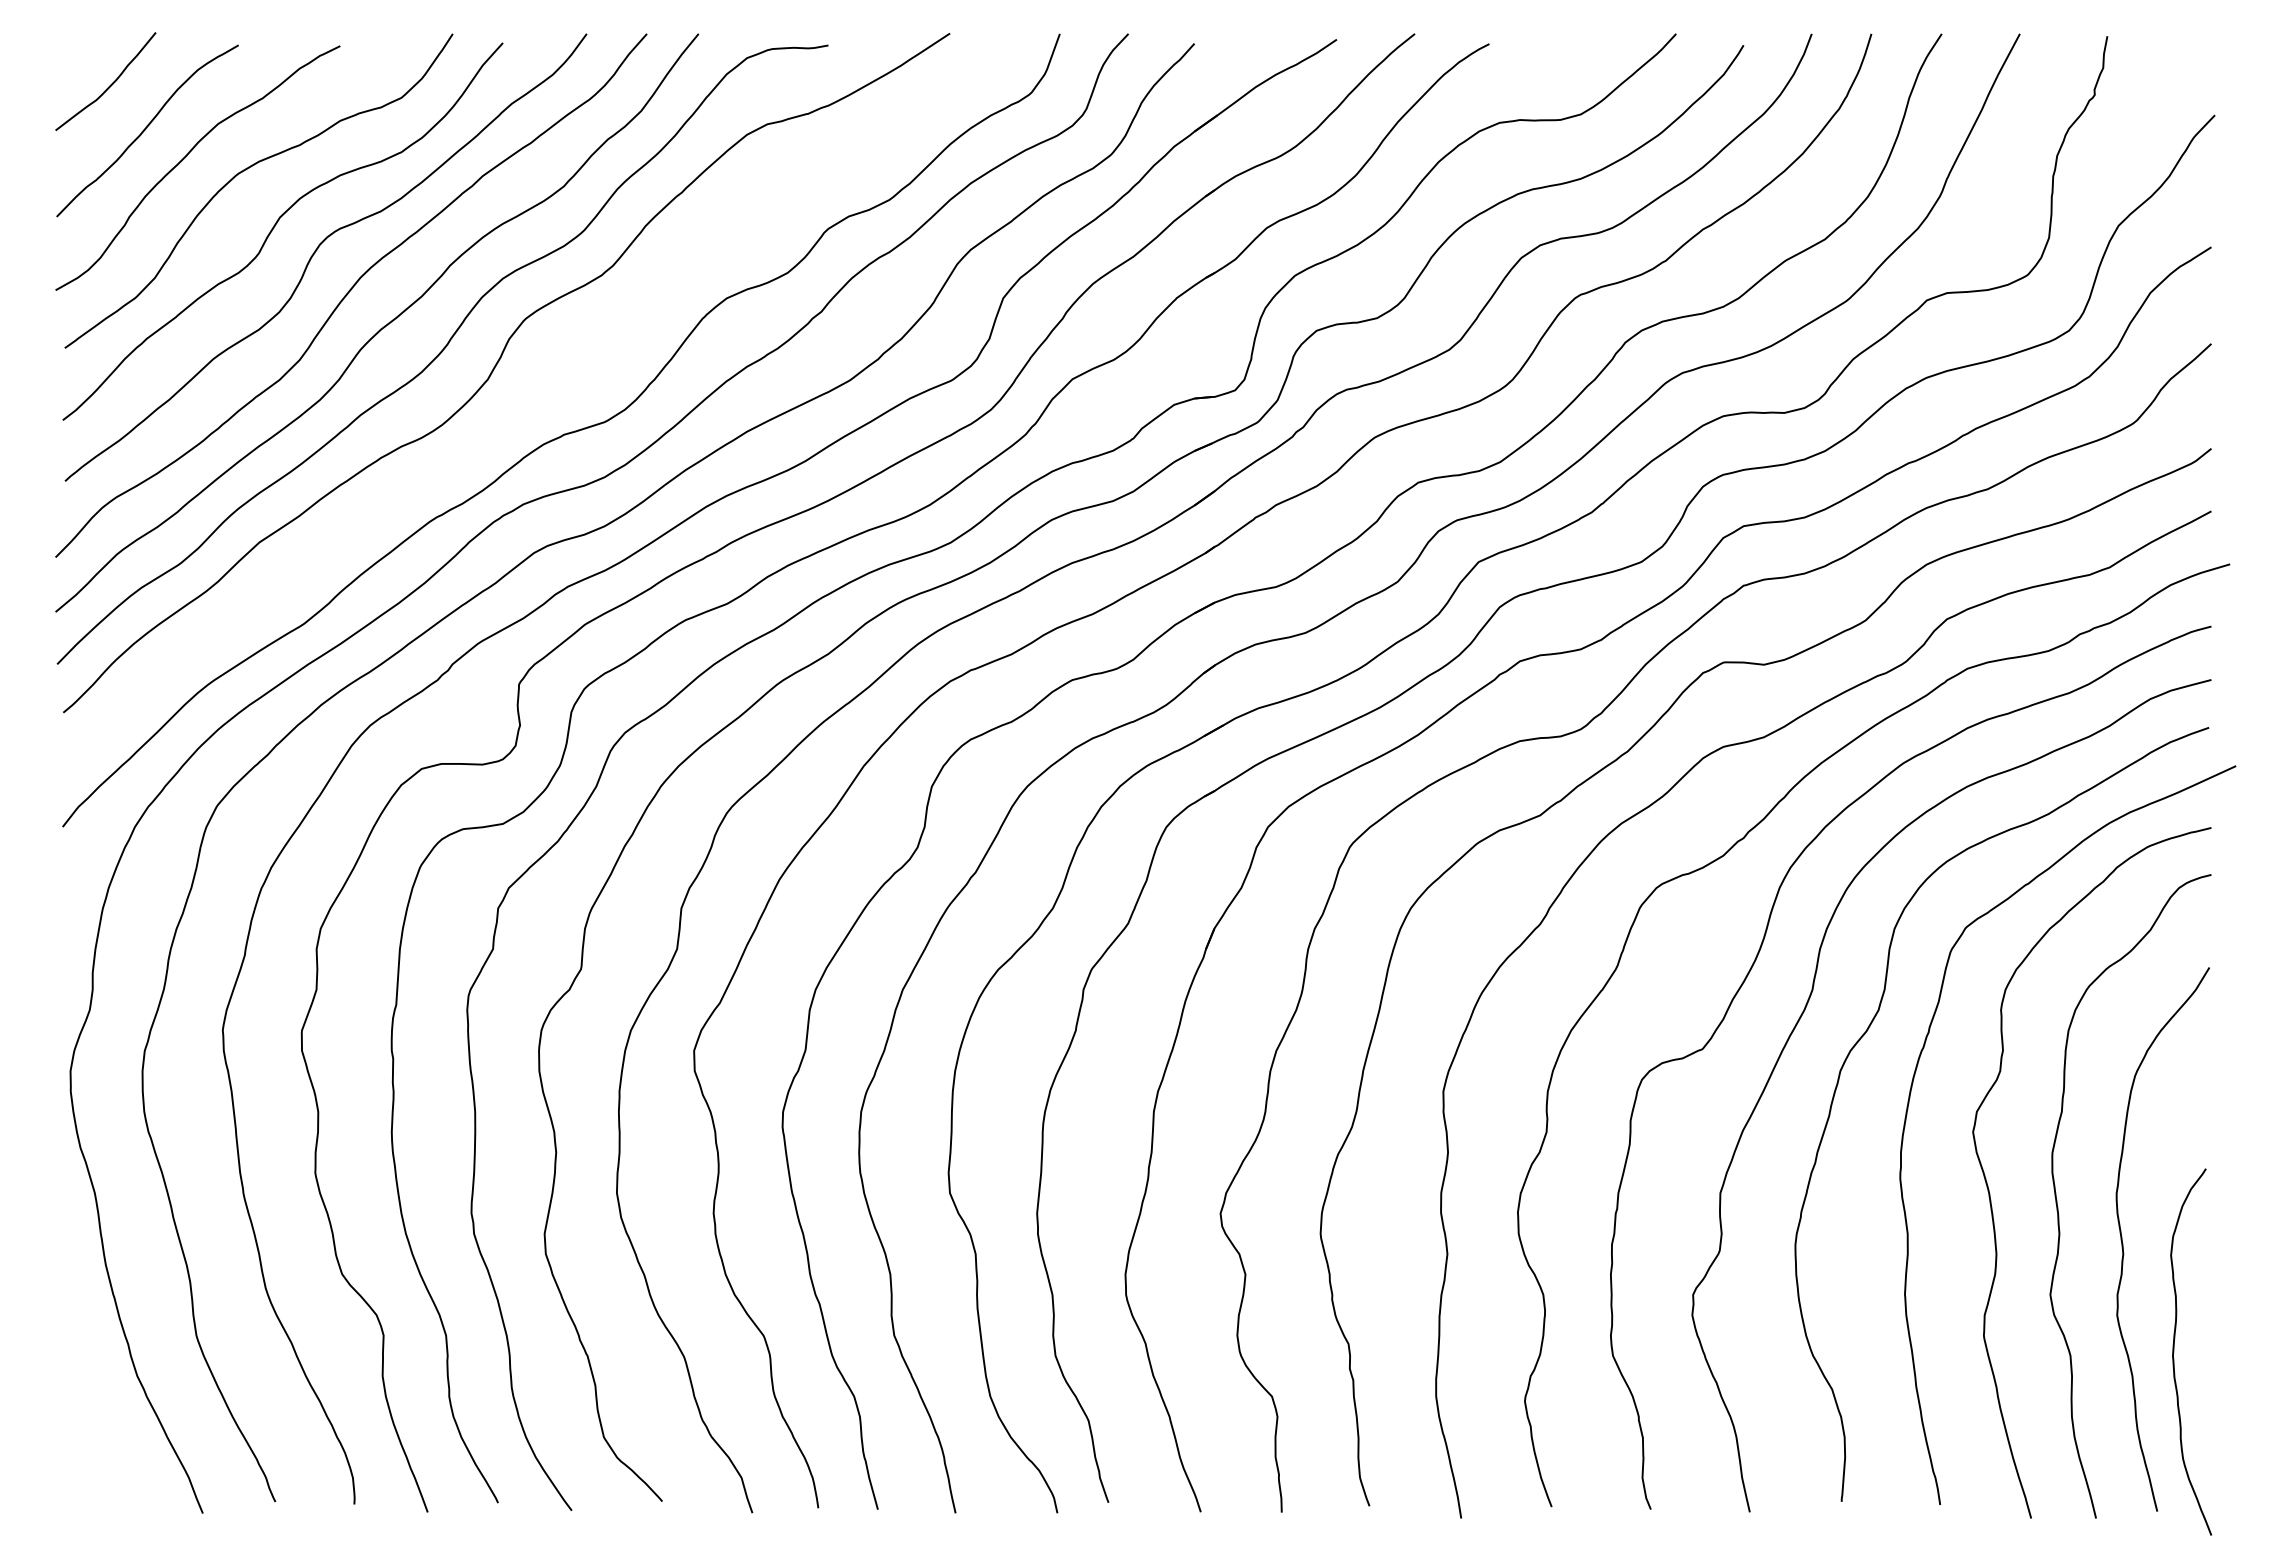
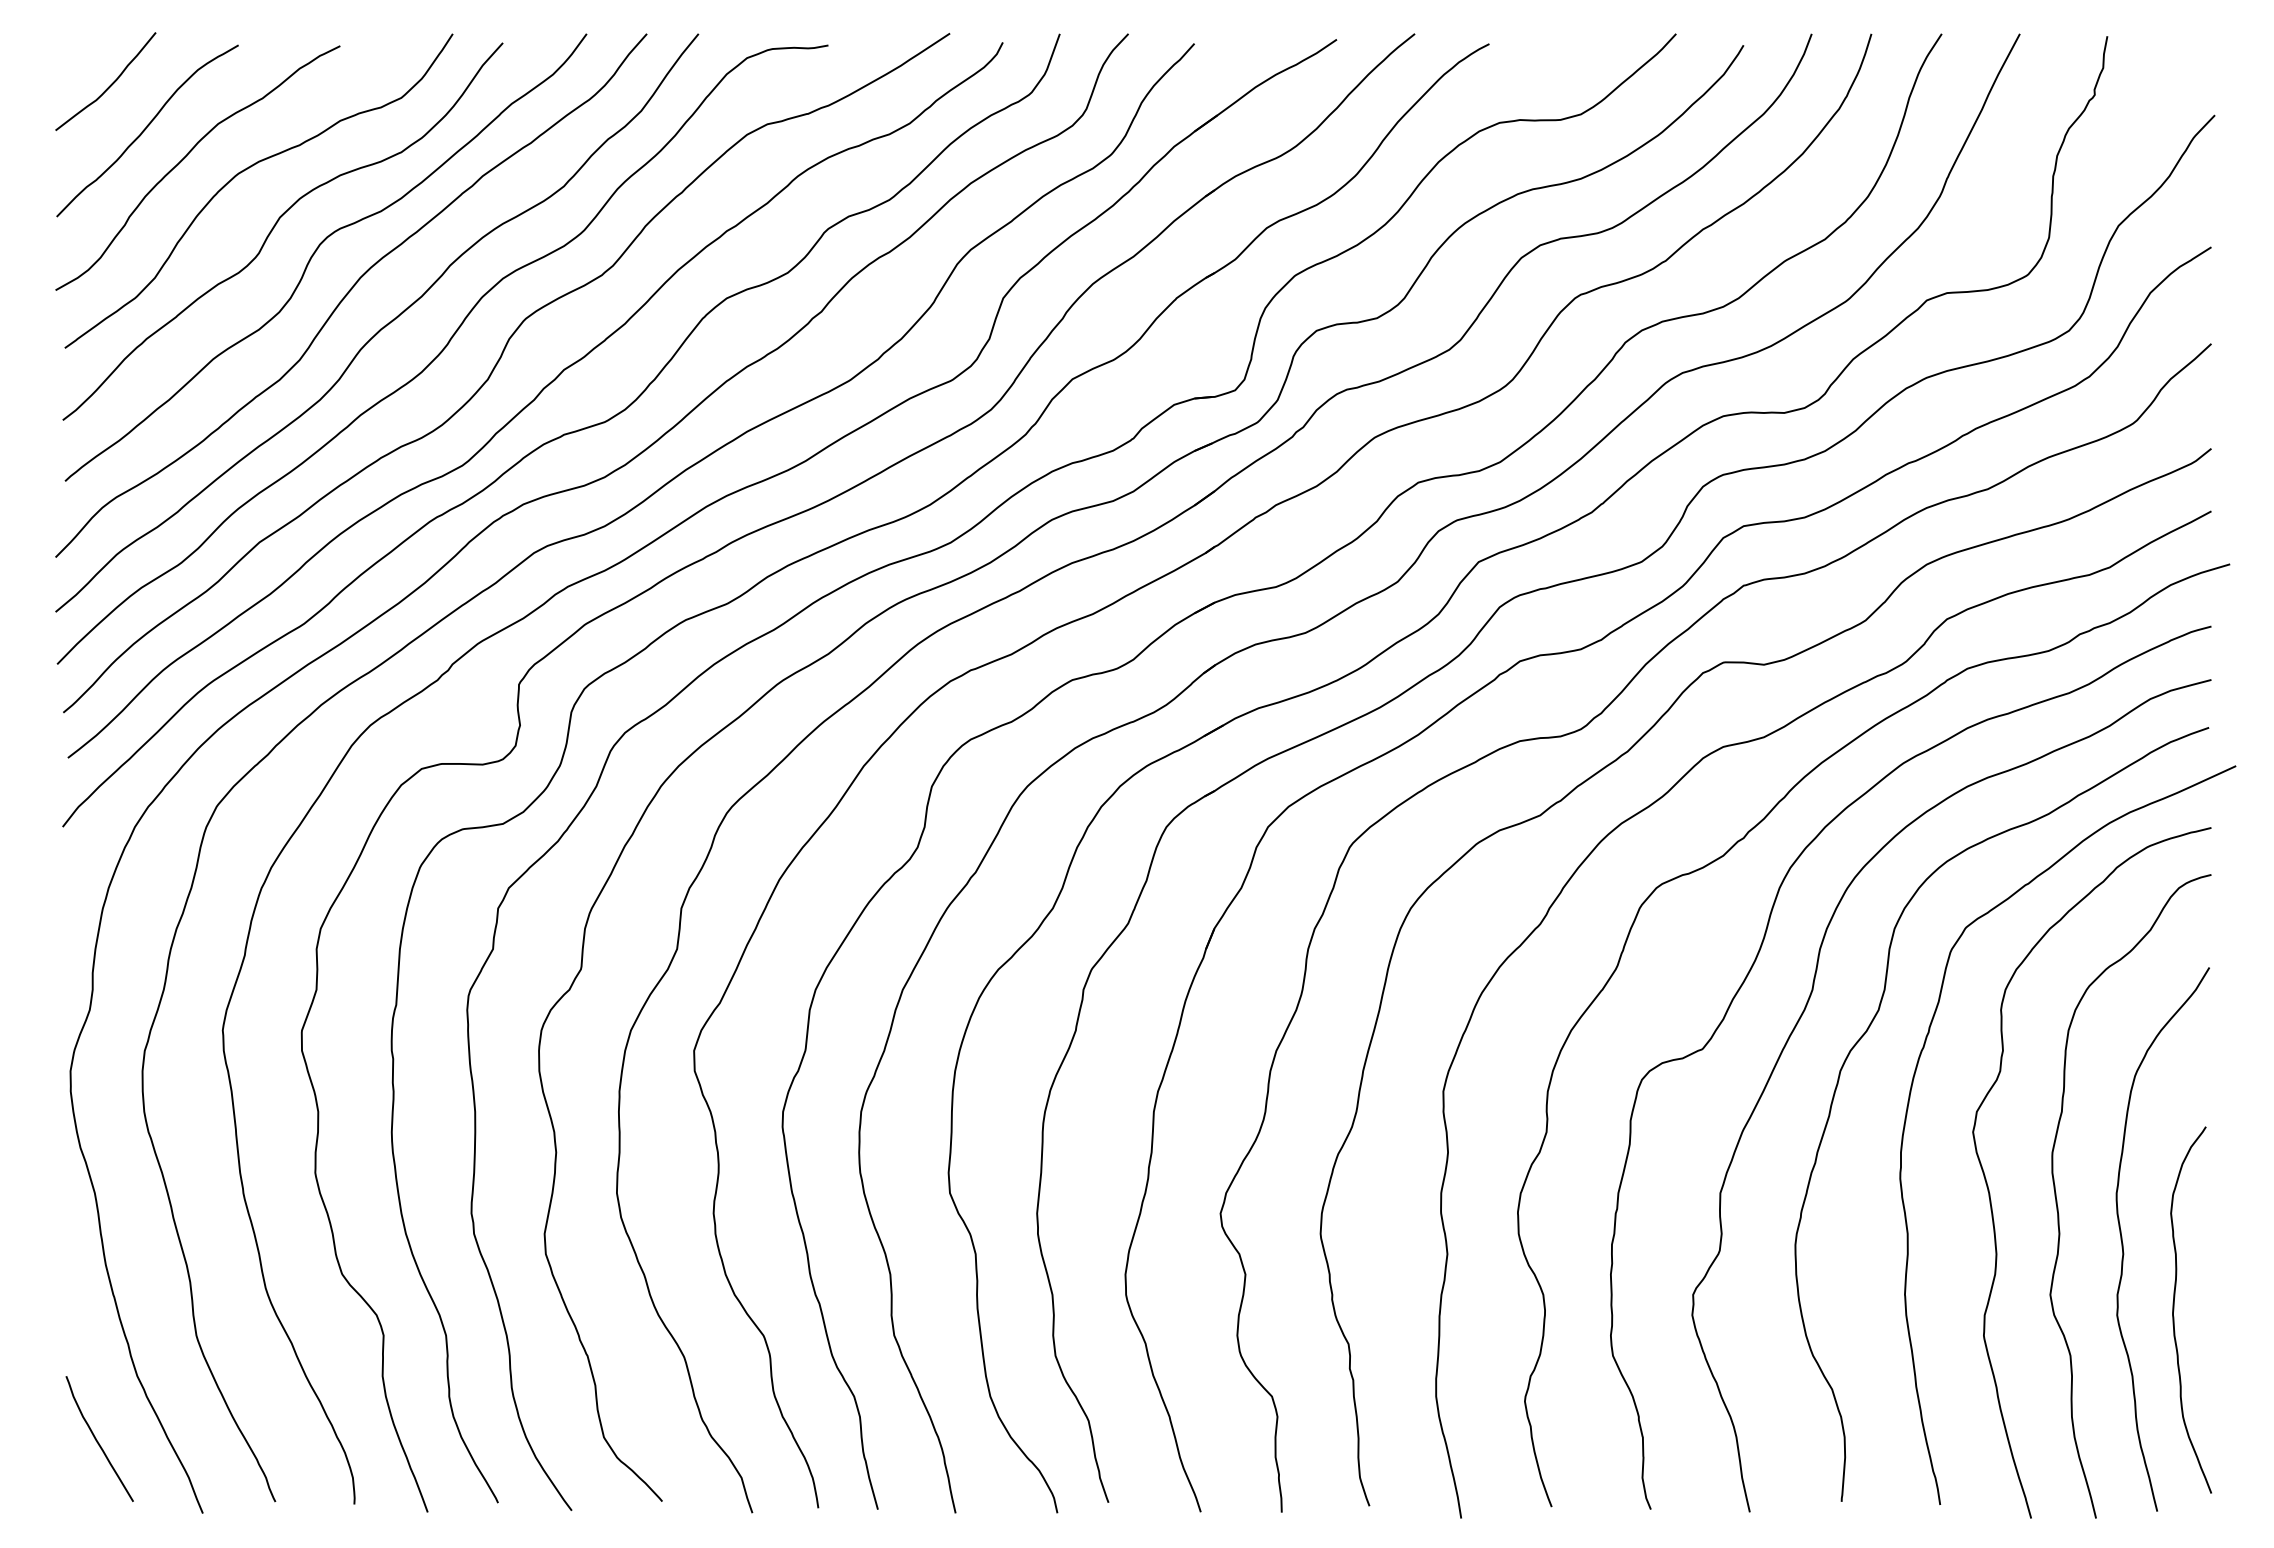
curve at (535, 399): none -> present
curve at (2174, 1351) position: (2174, 1351) -> (2174, 1309)
curve at (97, 1440): none -> present
